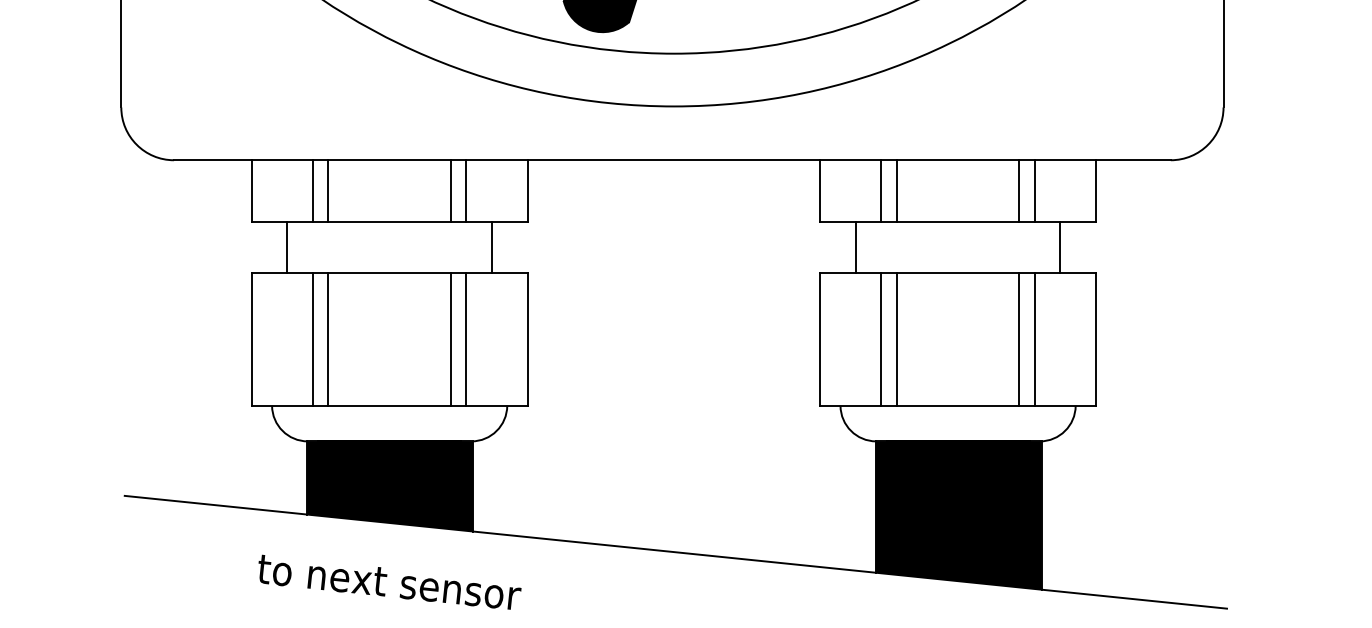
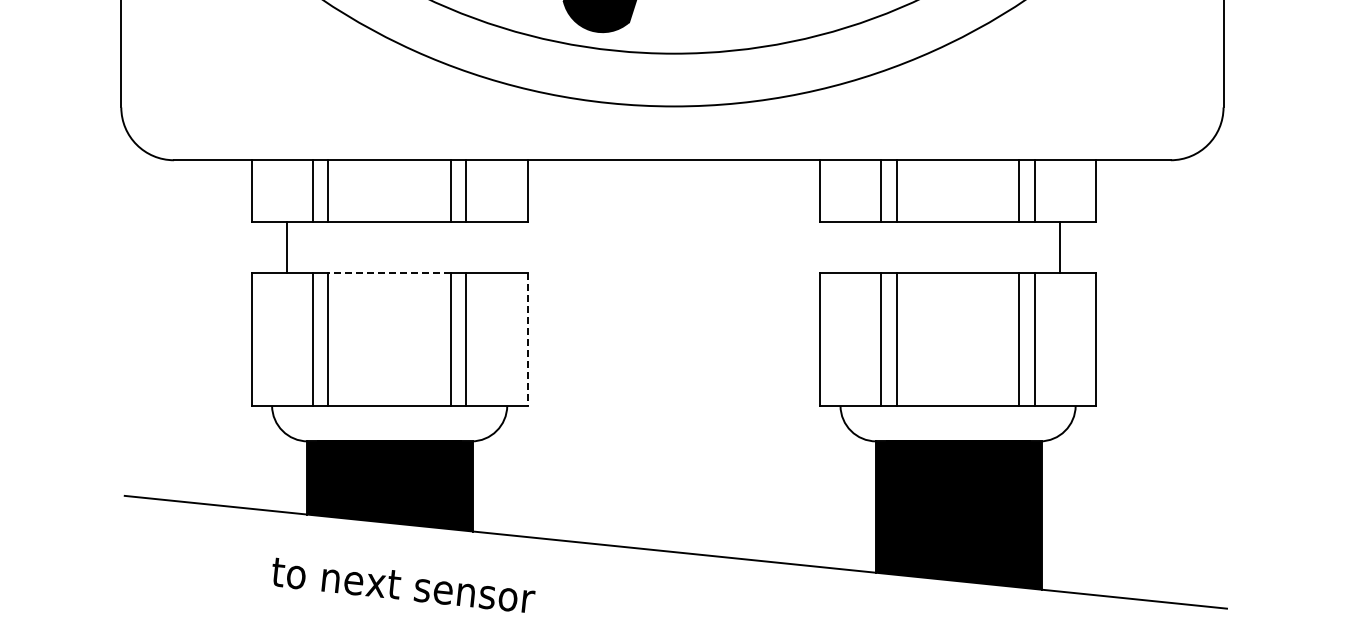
line at (491, 246): present -> none
line at (855, 246): present -> none
line at (389, 272): solid -> dashed
line at (527, 339): solid -> dashed
text at (389, 581) position: (389, 581) -> (403, 584)
